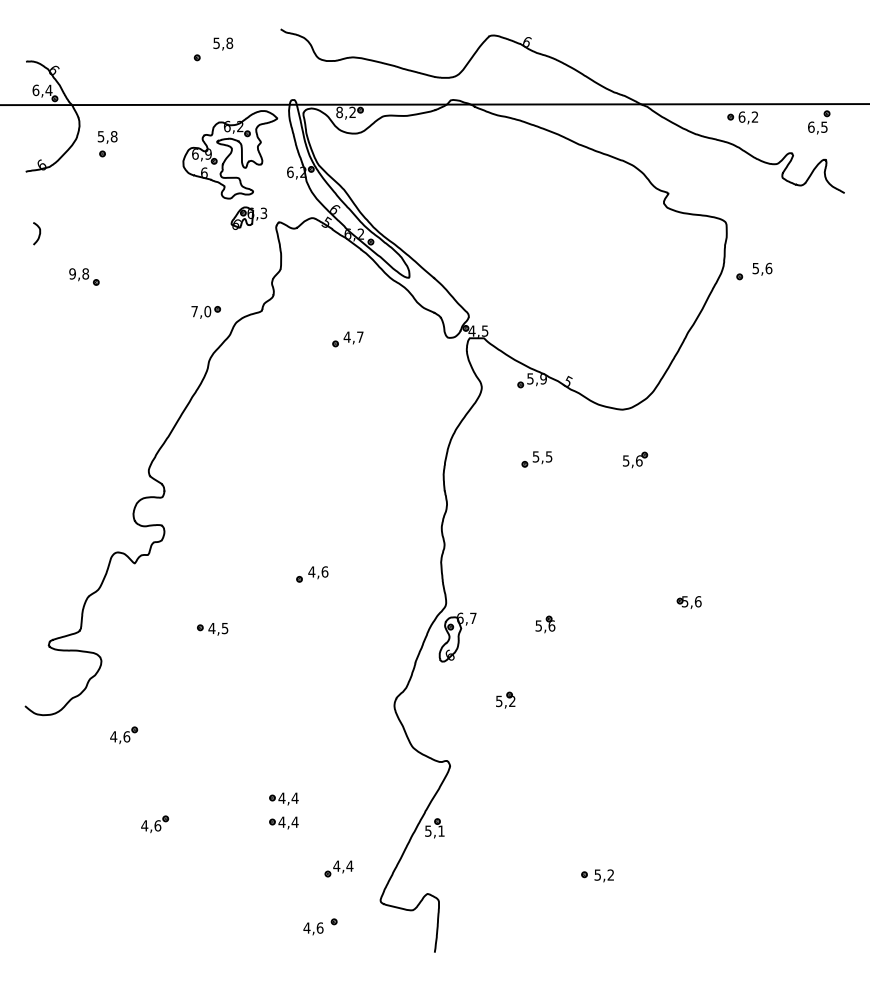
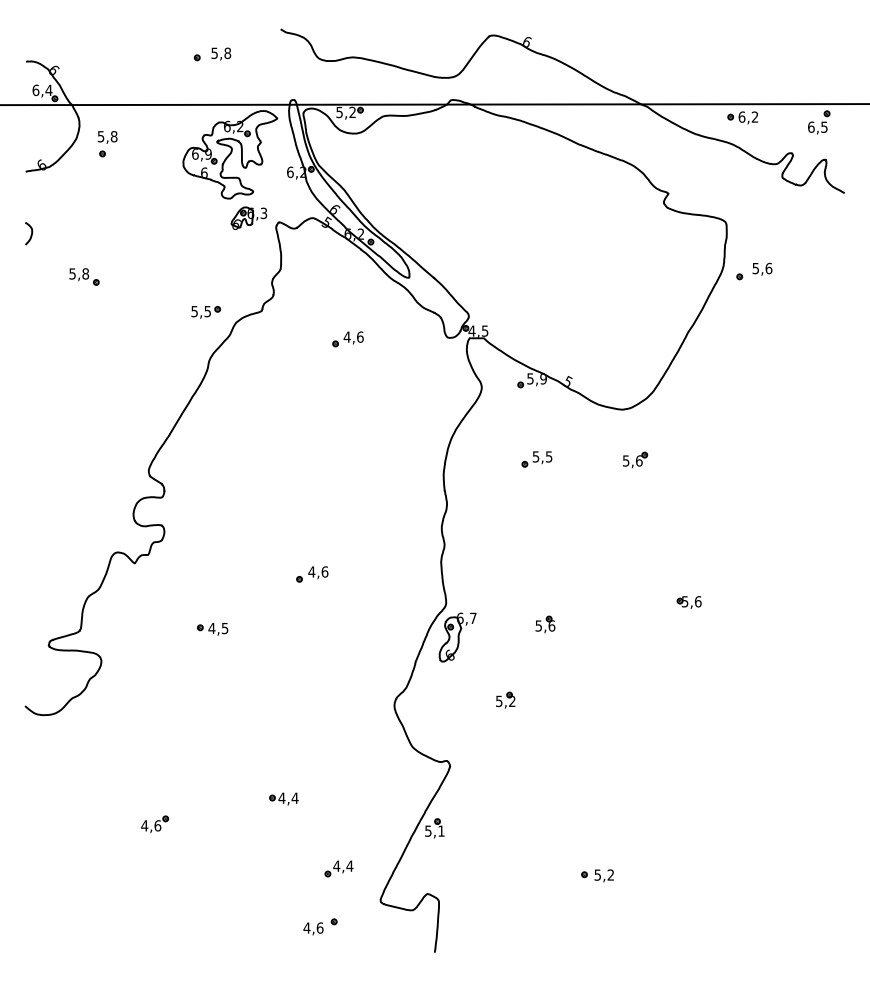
text at (223, 43) position: (223, 43) -> (221, 53)
text at (339, 112): 8,2 -> 5,2
curve at (39, 233) position: (39, 233) -> (31, 233)
text at (72, 273): 9,8 -> 5,8
text at (201, 311): 7,0 -> 5,5
text at (360, 336): 4,7 -> 4,6
part at (124, 735): present -> none
part at (283, 822): present -> none
